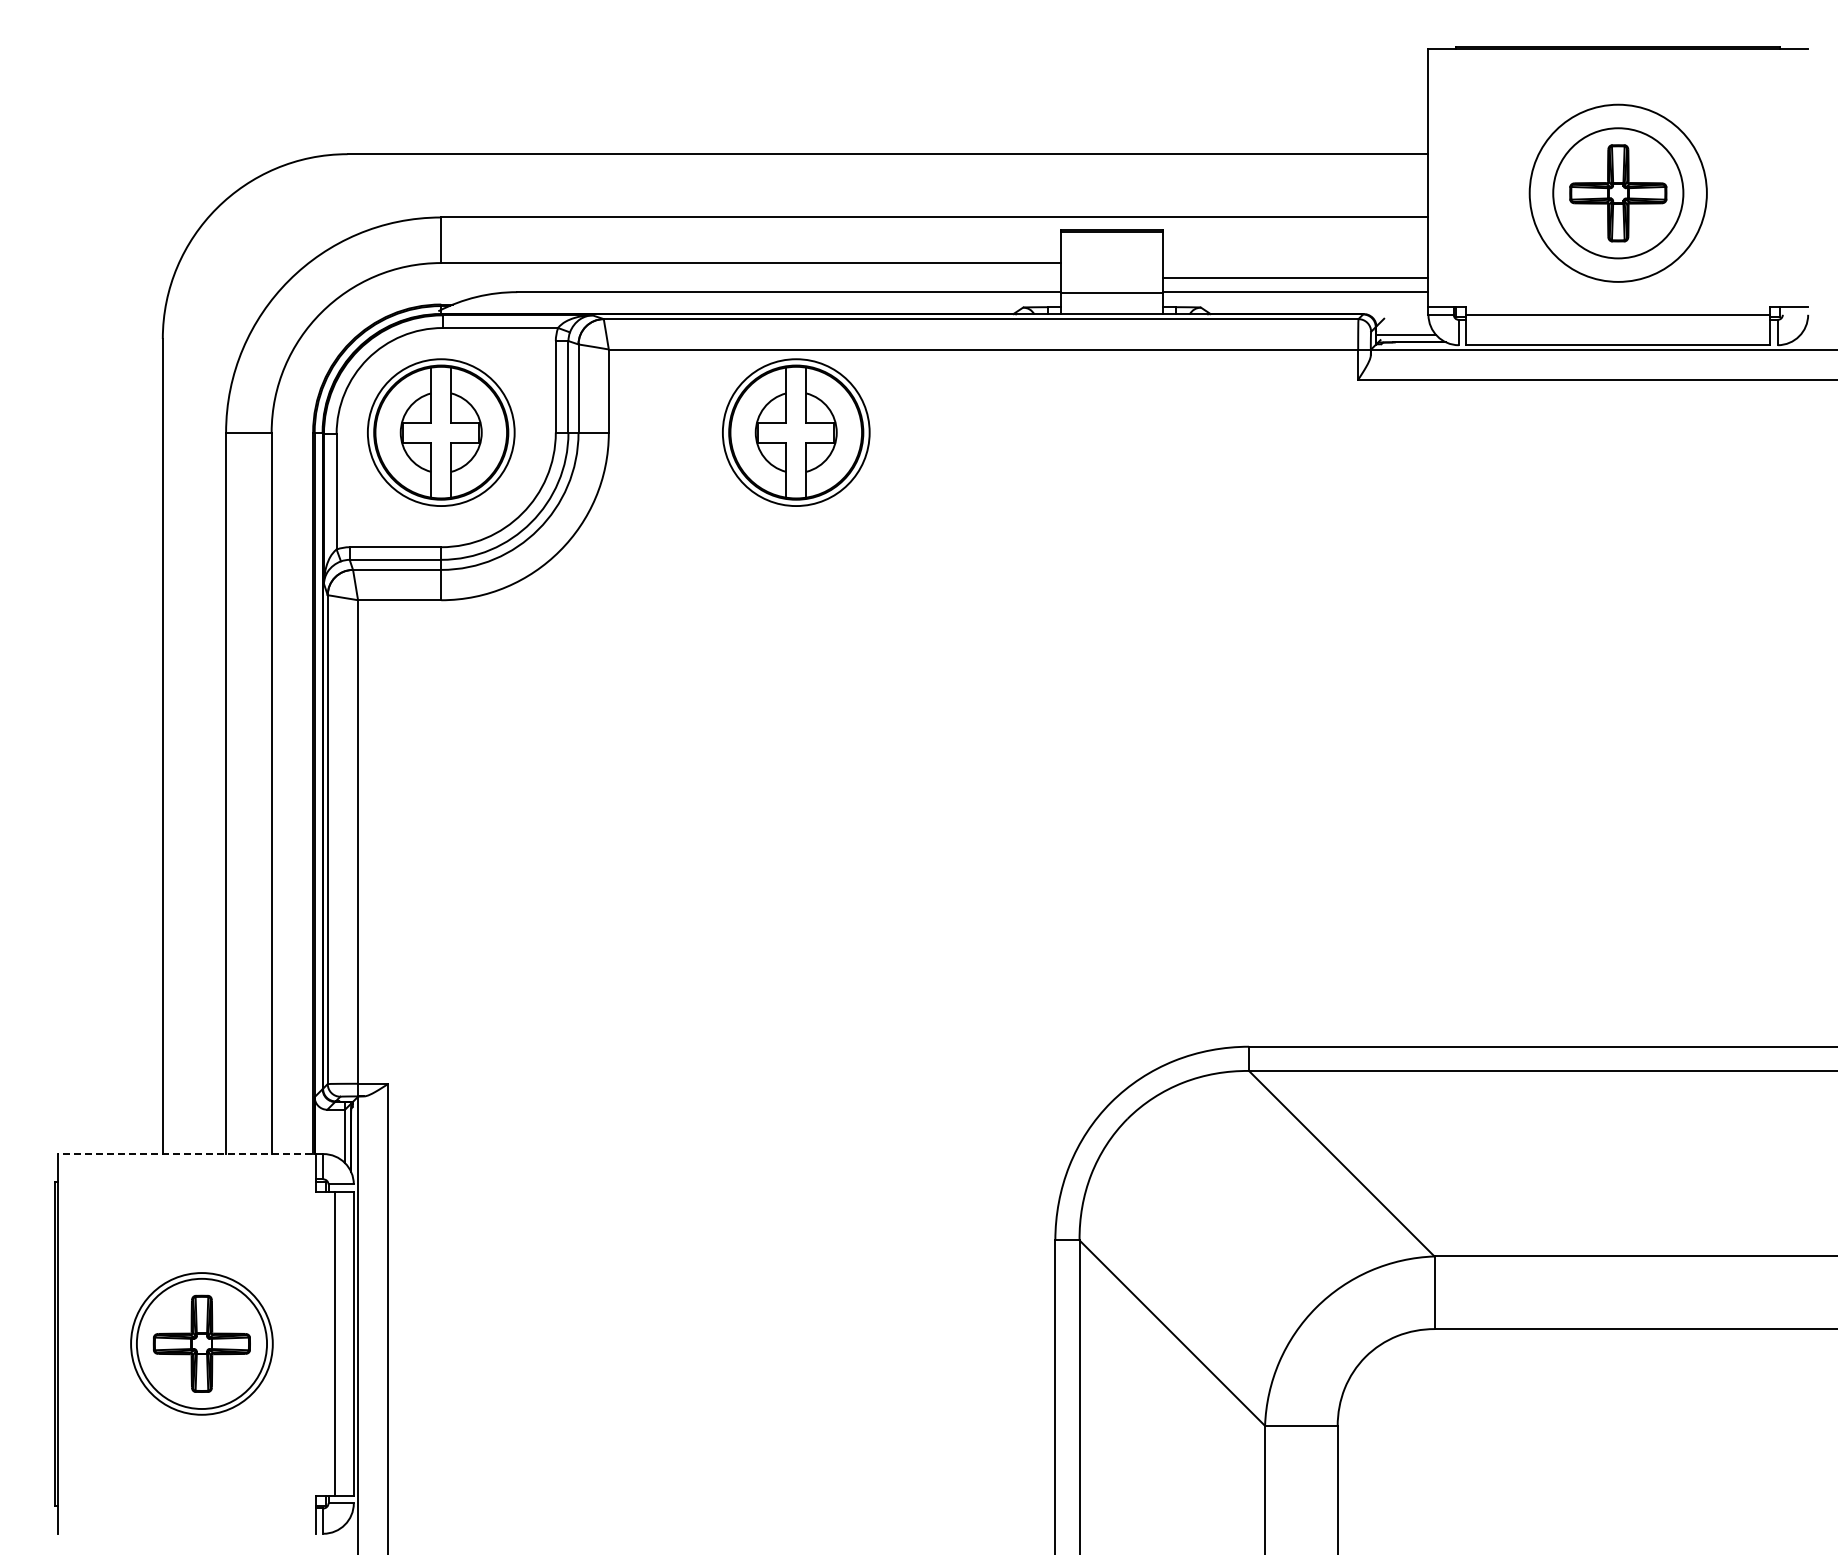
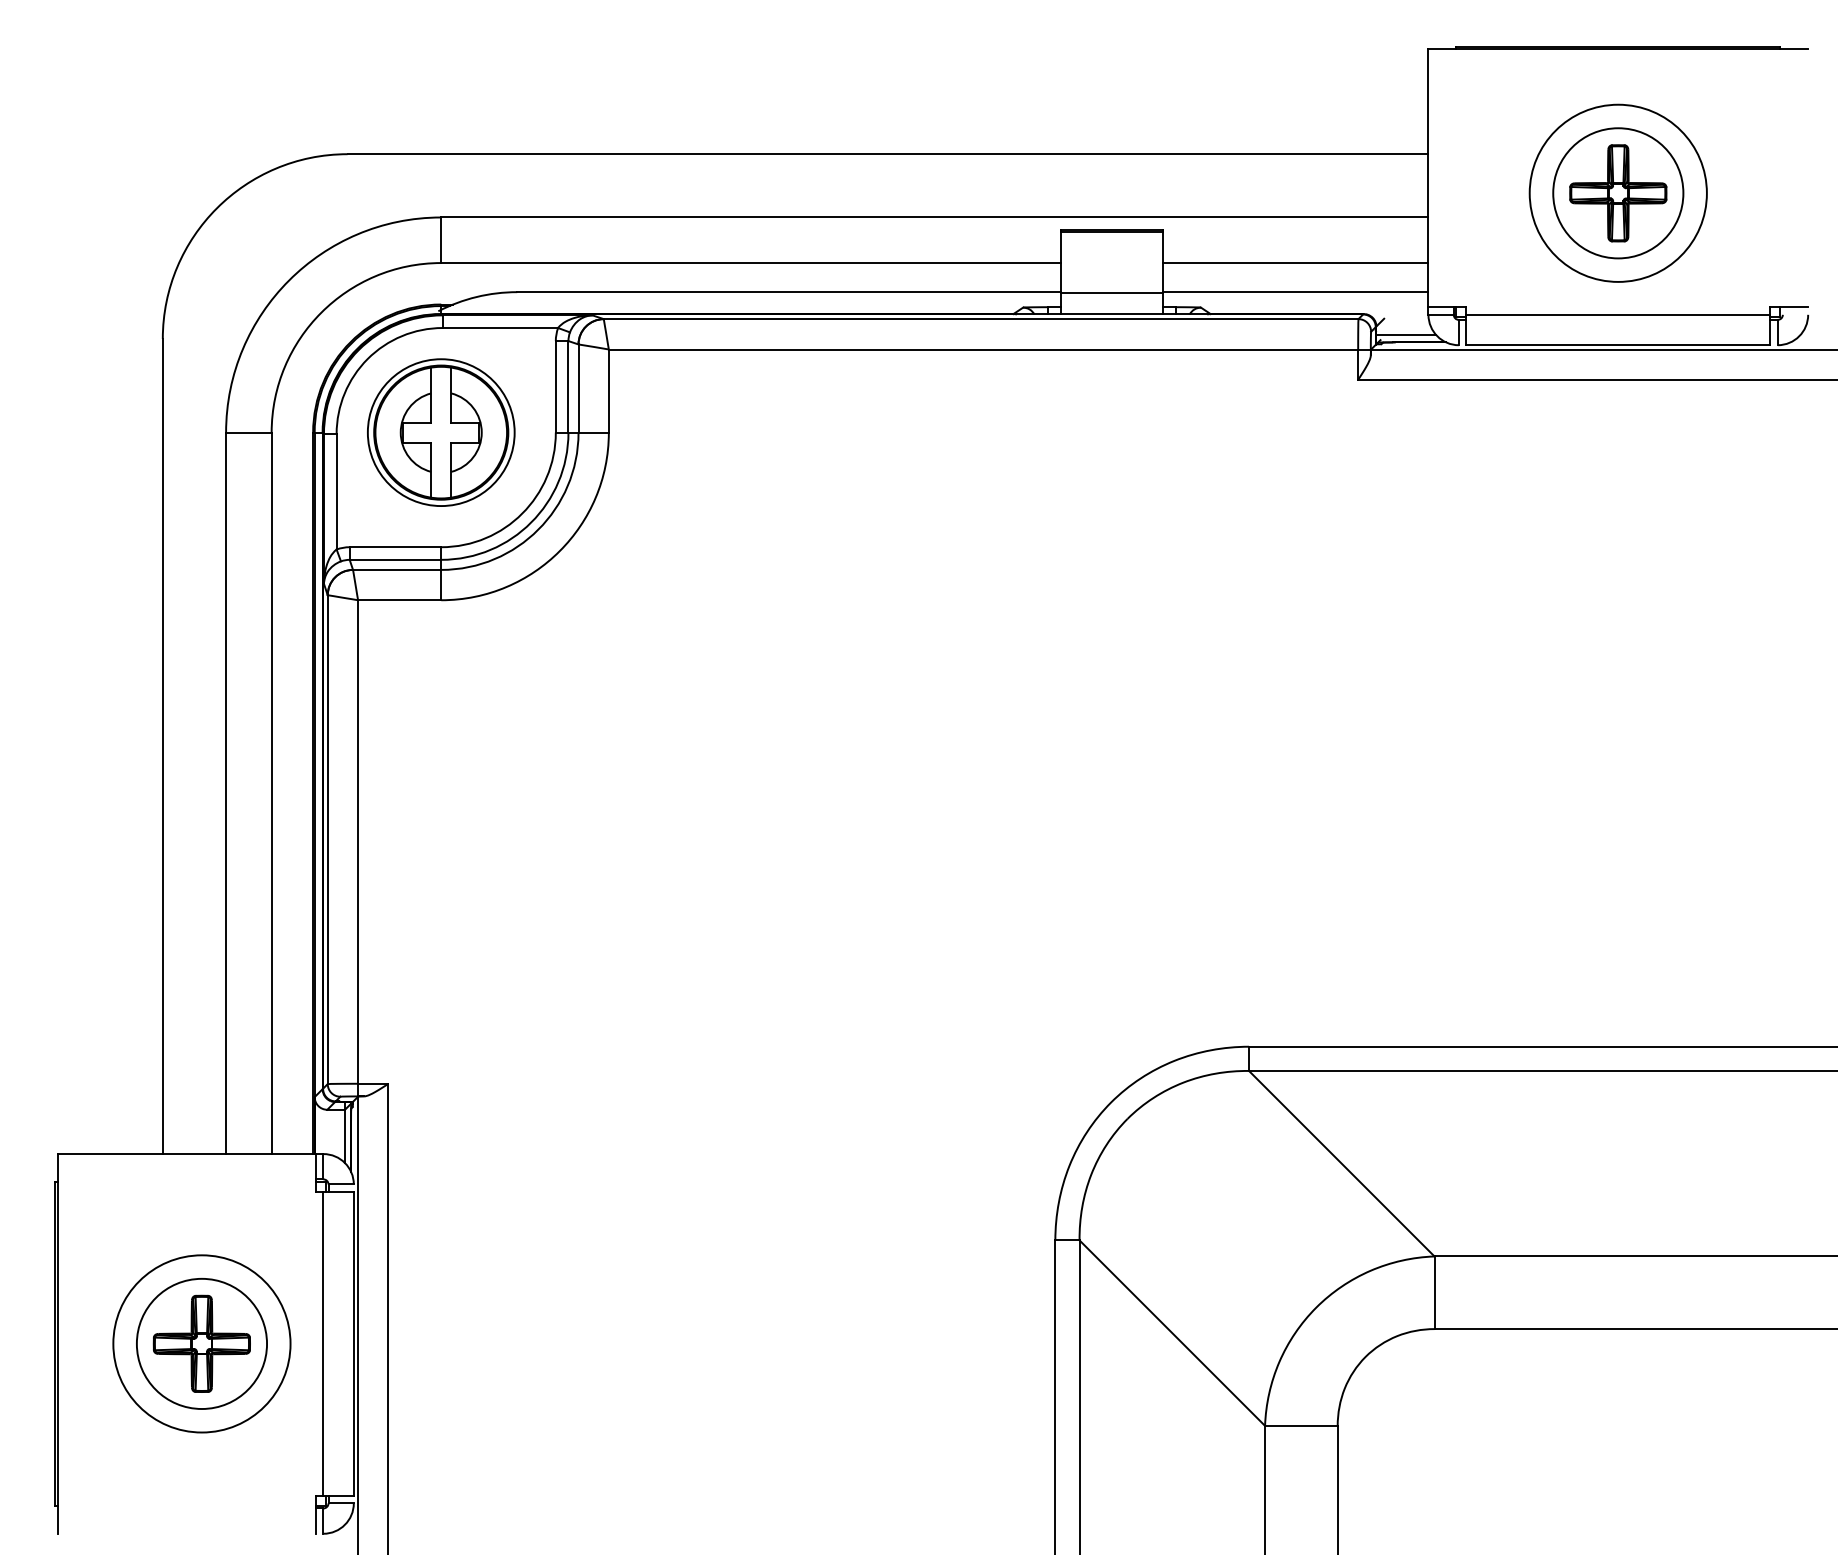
line at (1295, 278) position: (1295, 278) -> (1295, 263)
part at (796, 432): present -> none
line at (190, 1154): dashed -> solid
circle at (201, 1343) diameter: 142 px -> 177 px
line at (335, 1343) position: (335, 1343) -> (323, 1343)
